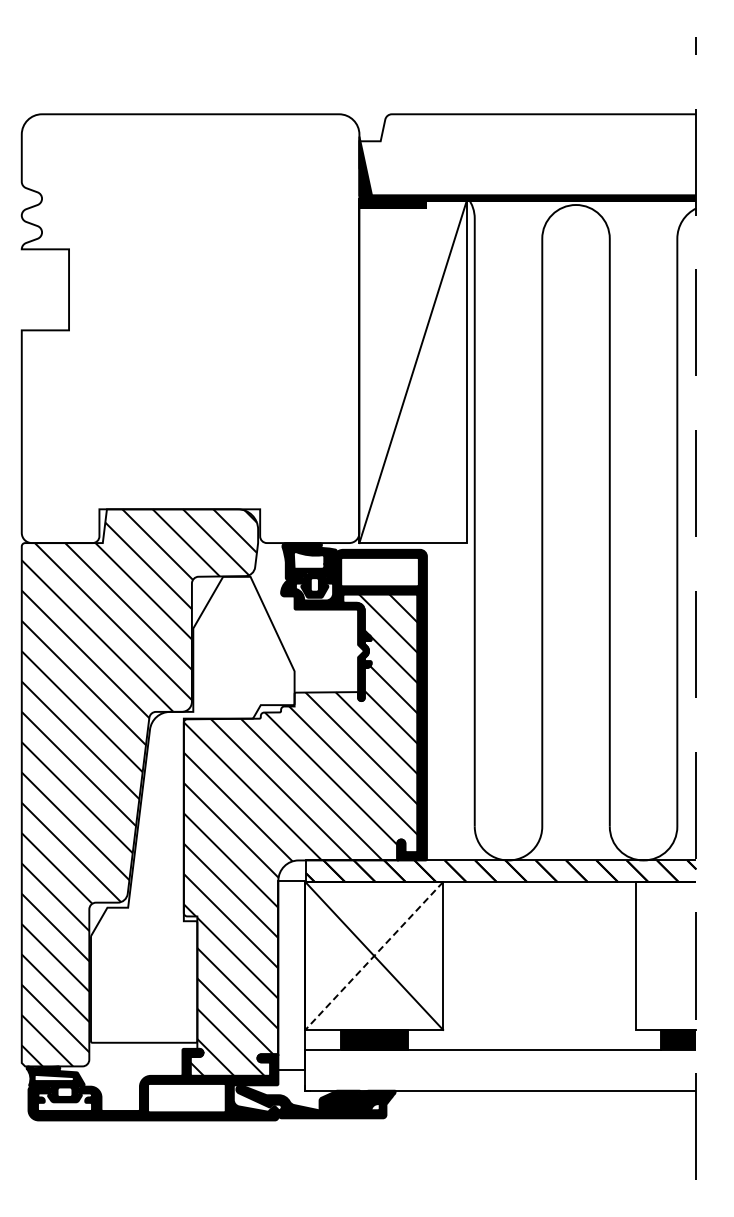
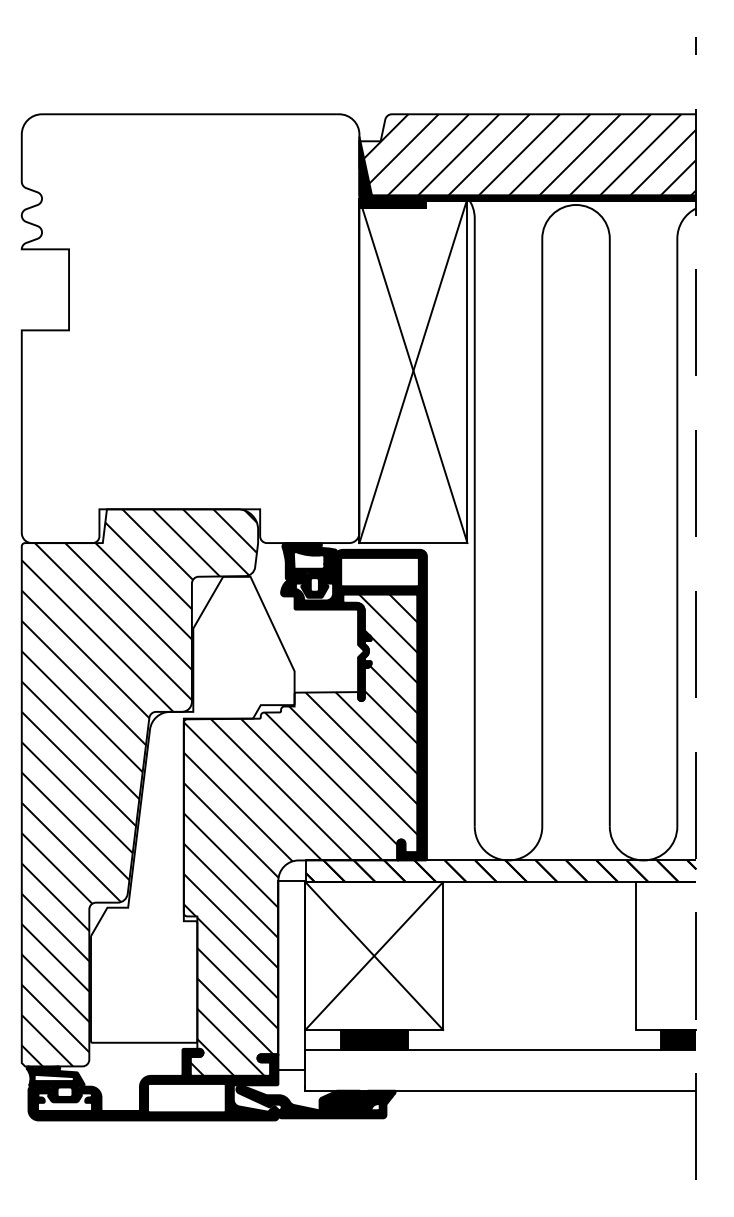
hatch at (529, 154): none -> present
line at (413, 370): none -> present
line at (373, 956): dashed -> solid
